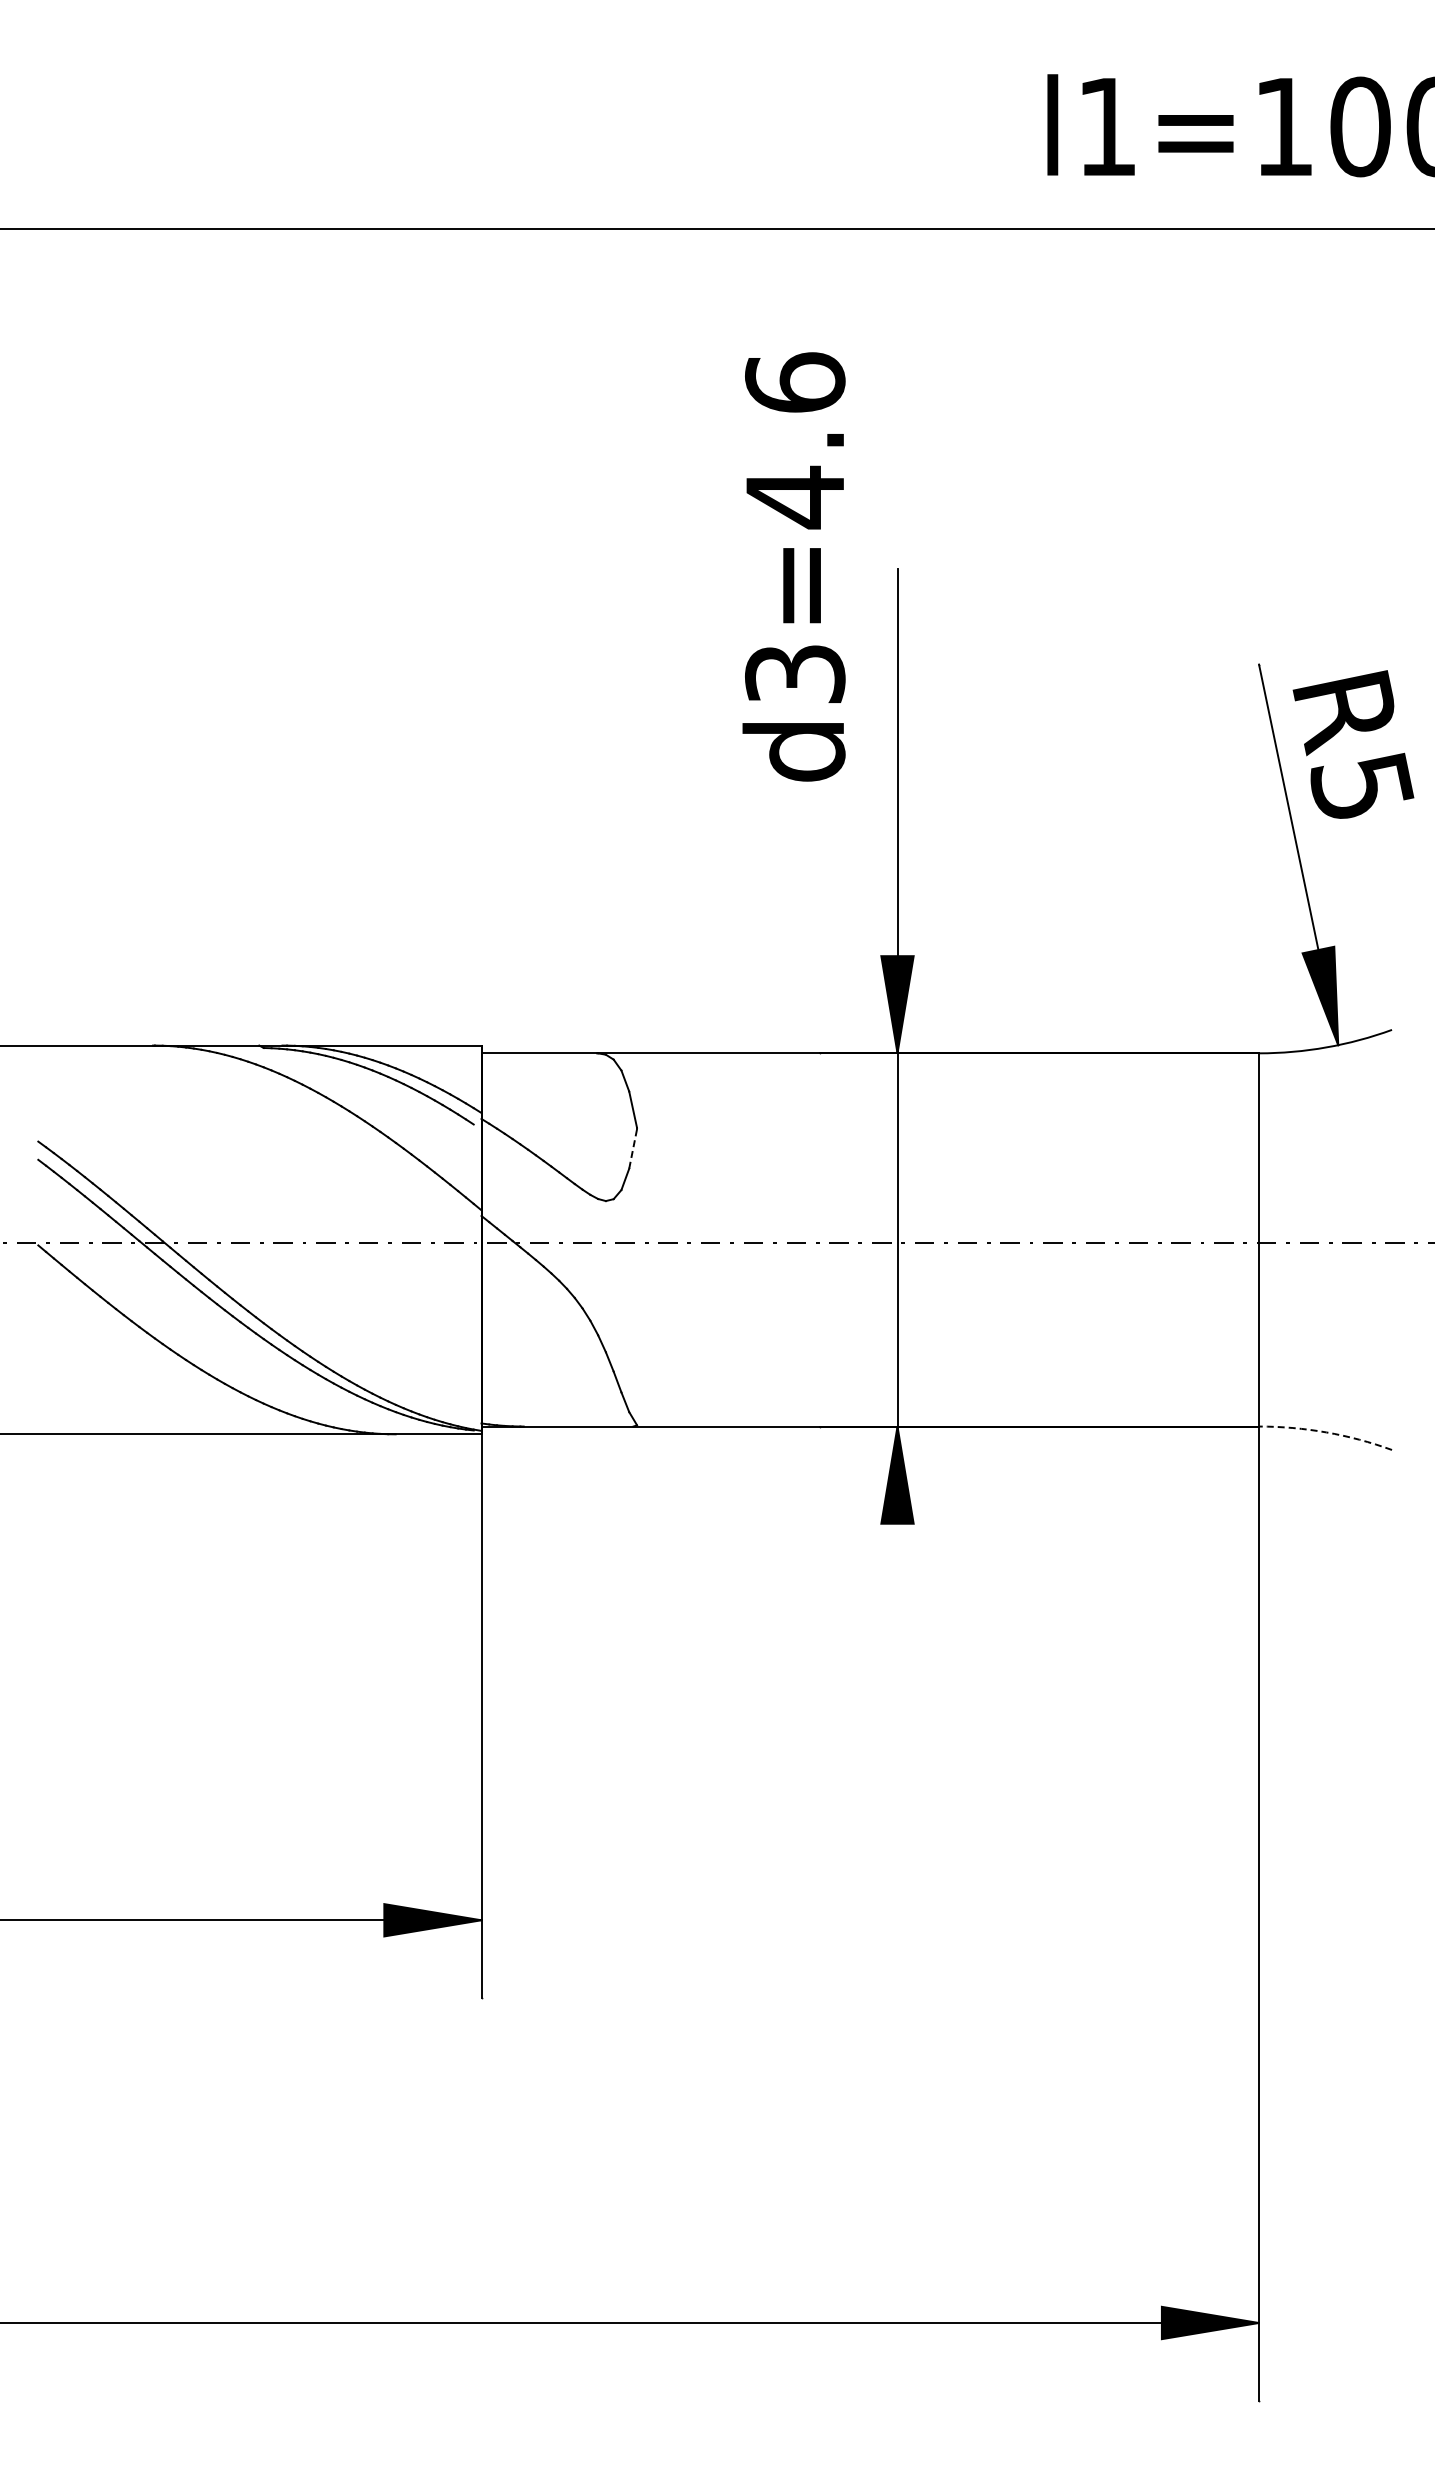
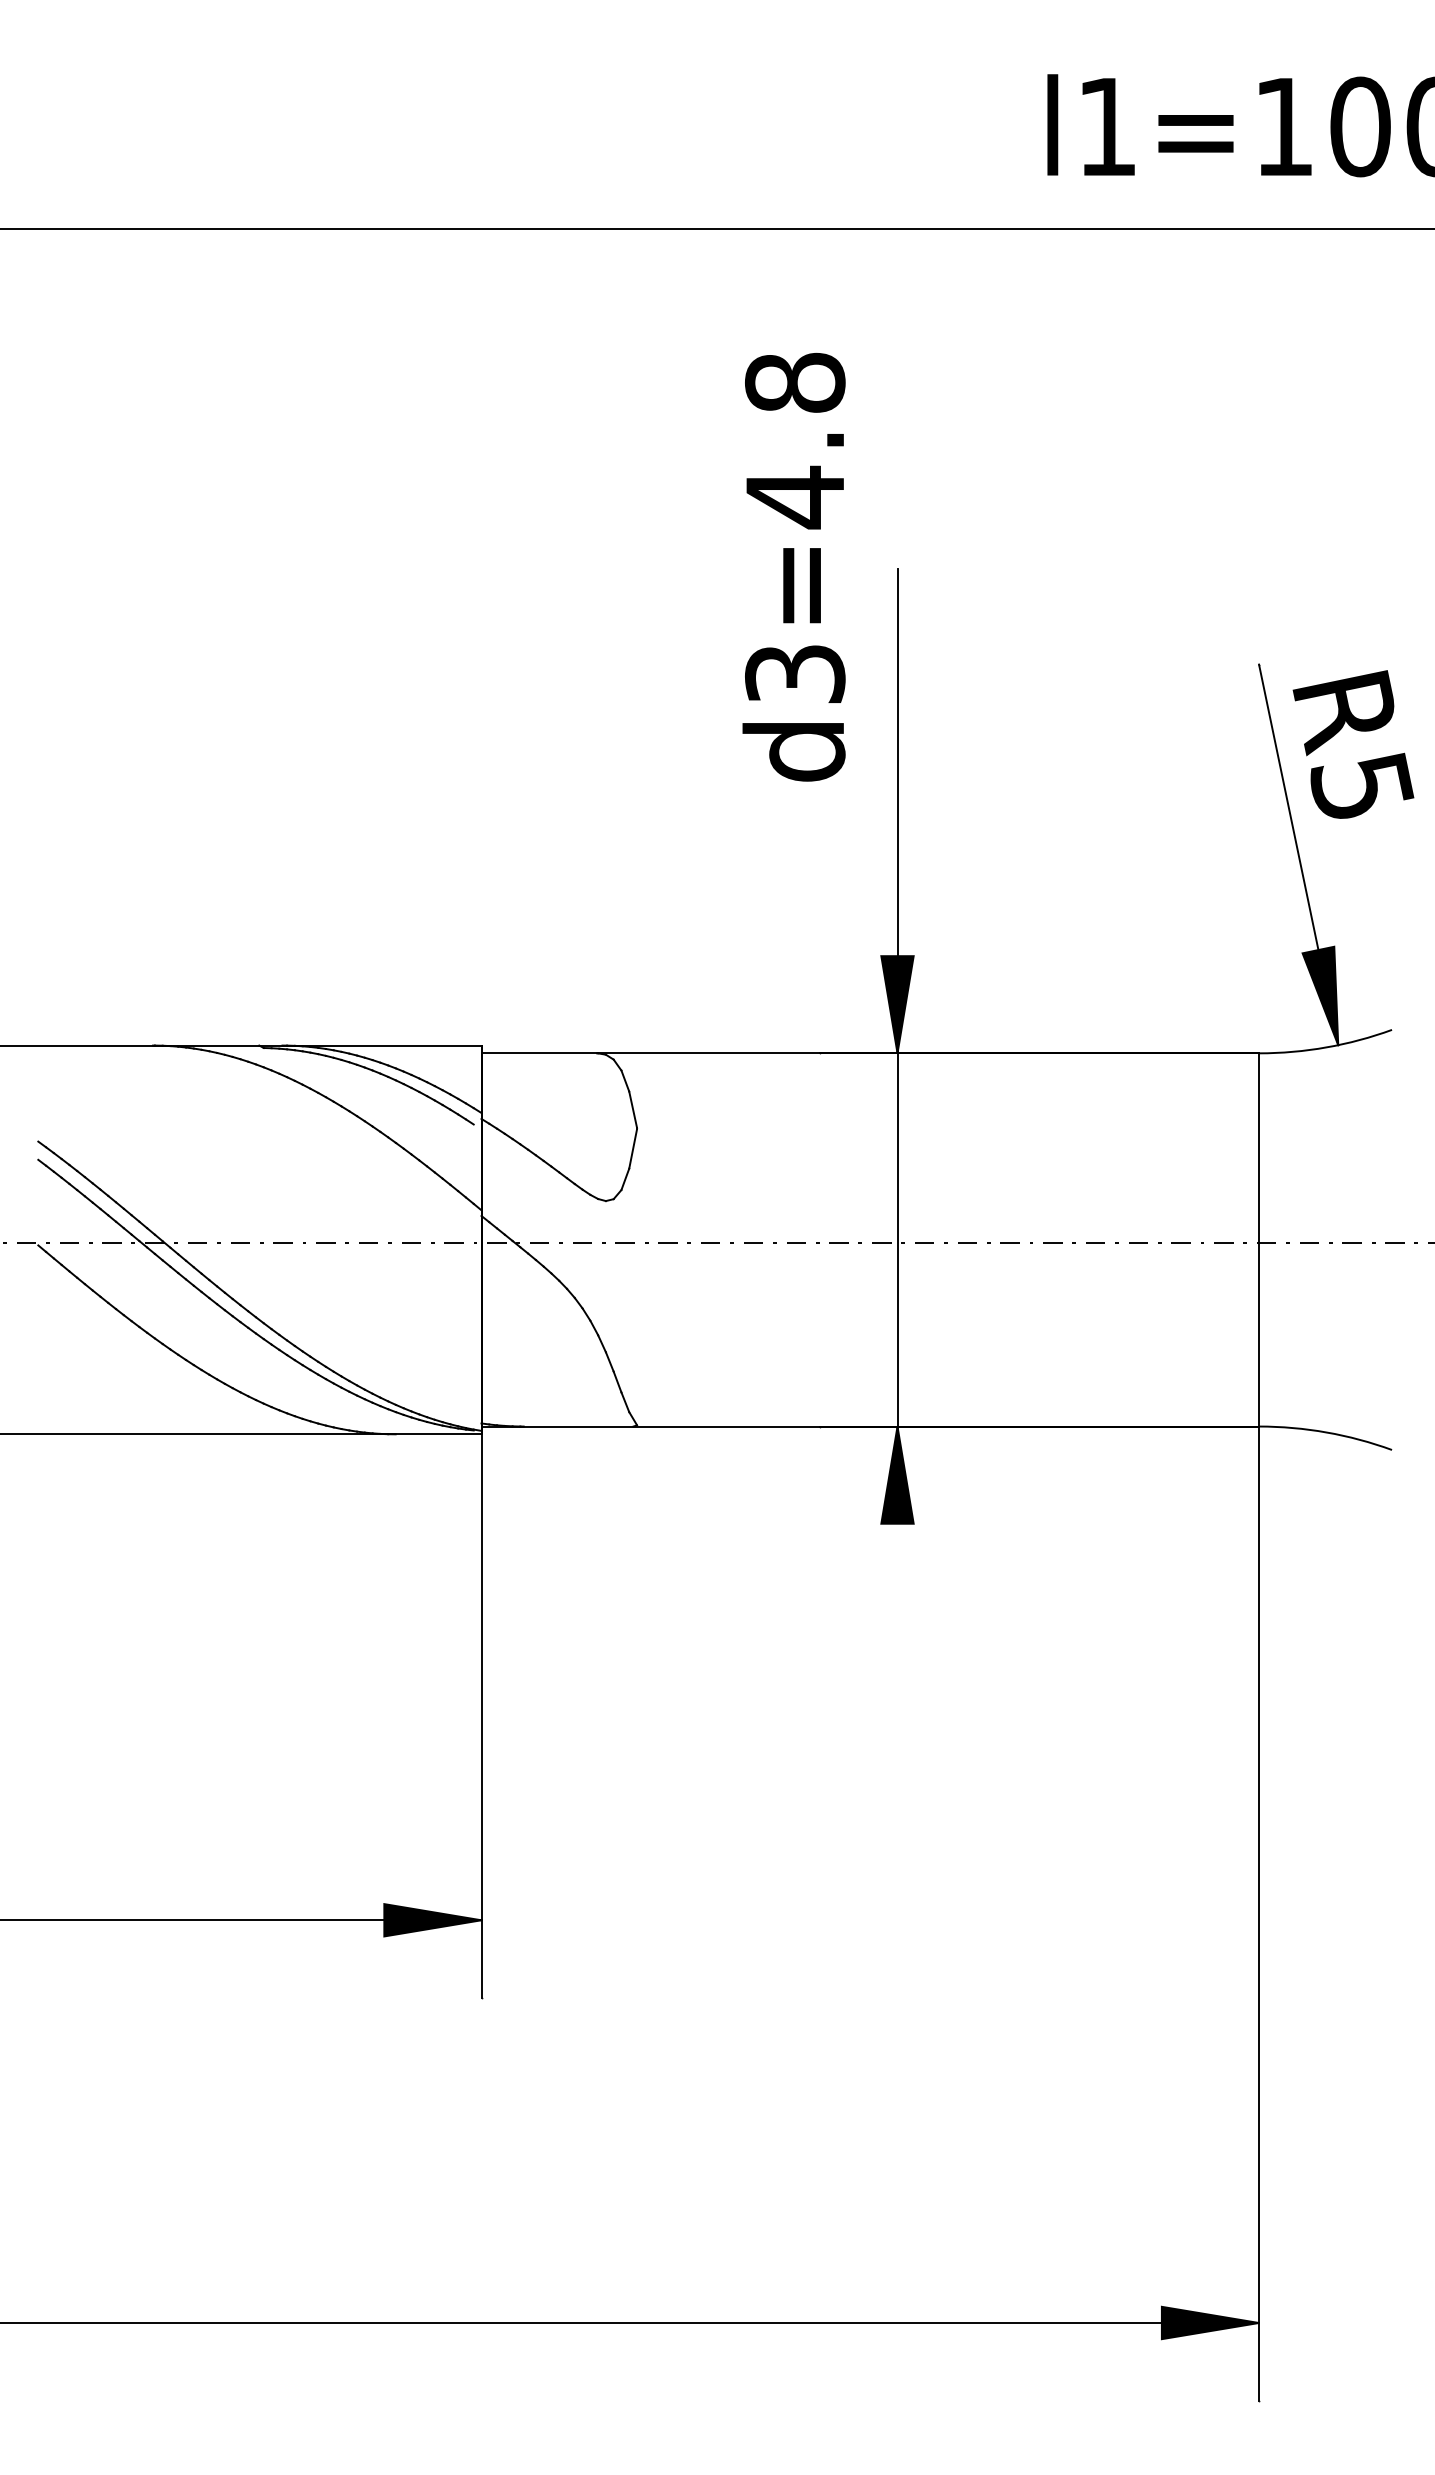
text at (795, 382): d3=4.6 -> d3=4.8
line at (633, 1149): dashed -> solid
arc at (1326, 1432): dashed -> solid
